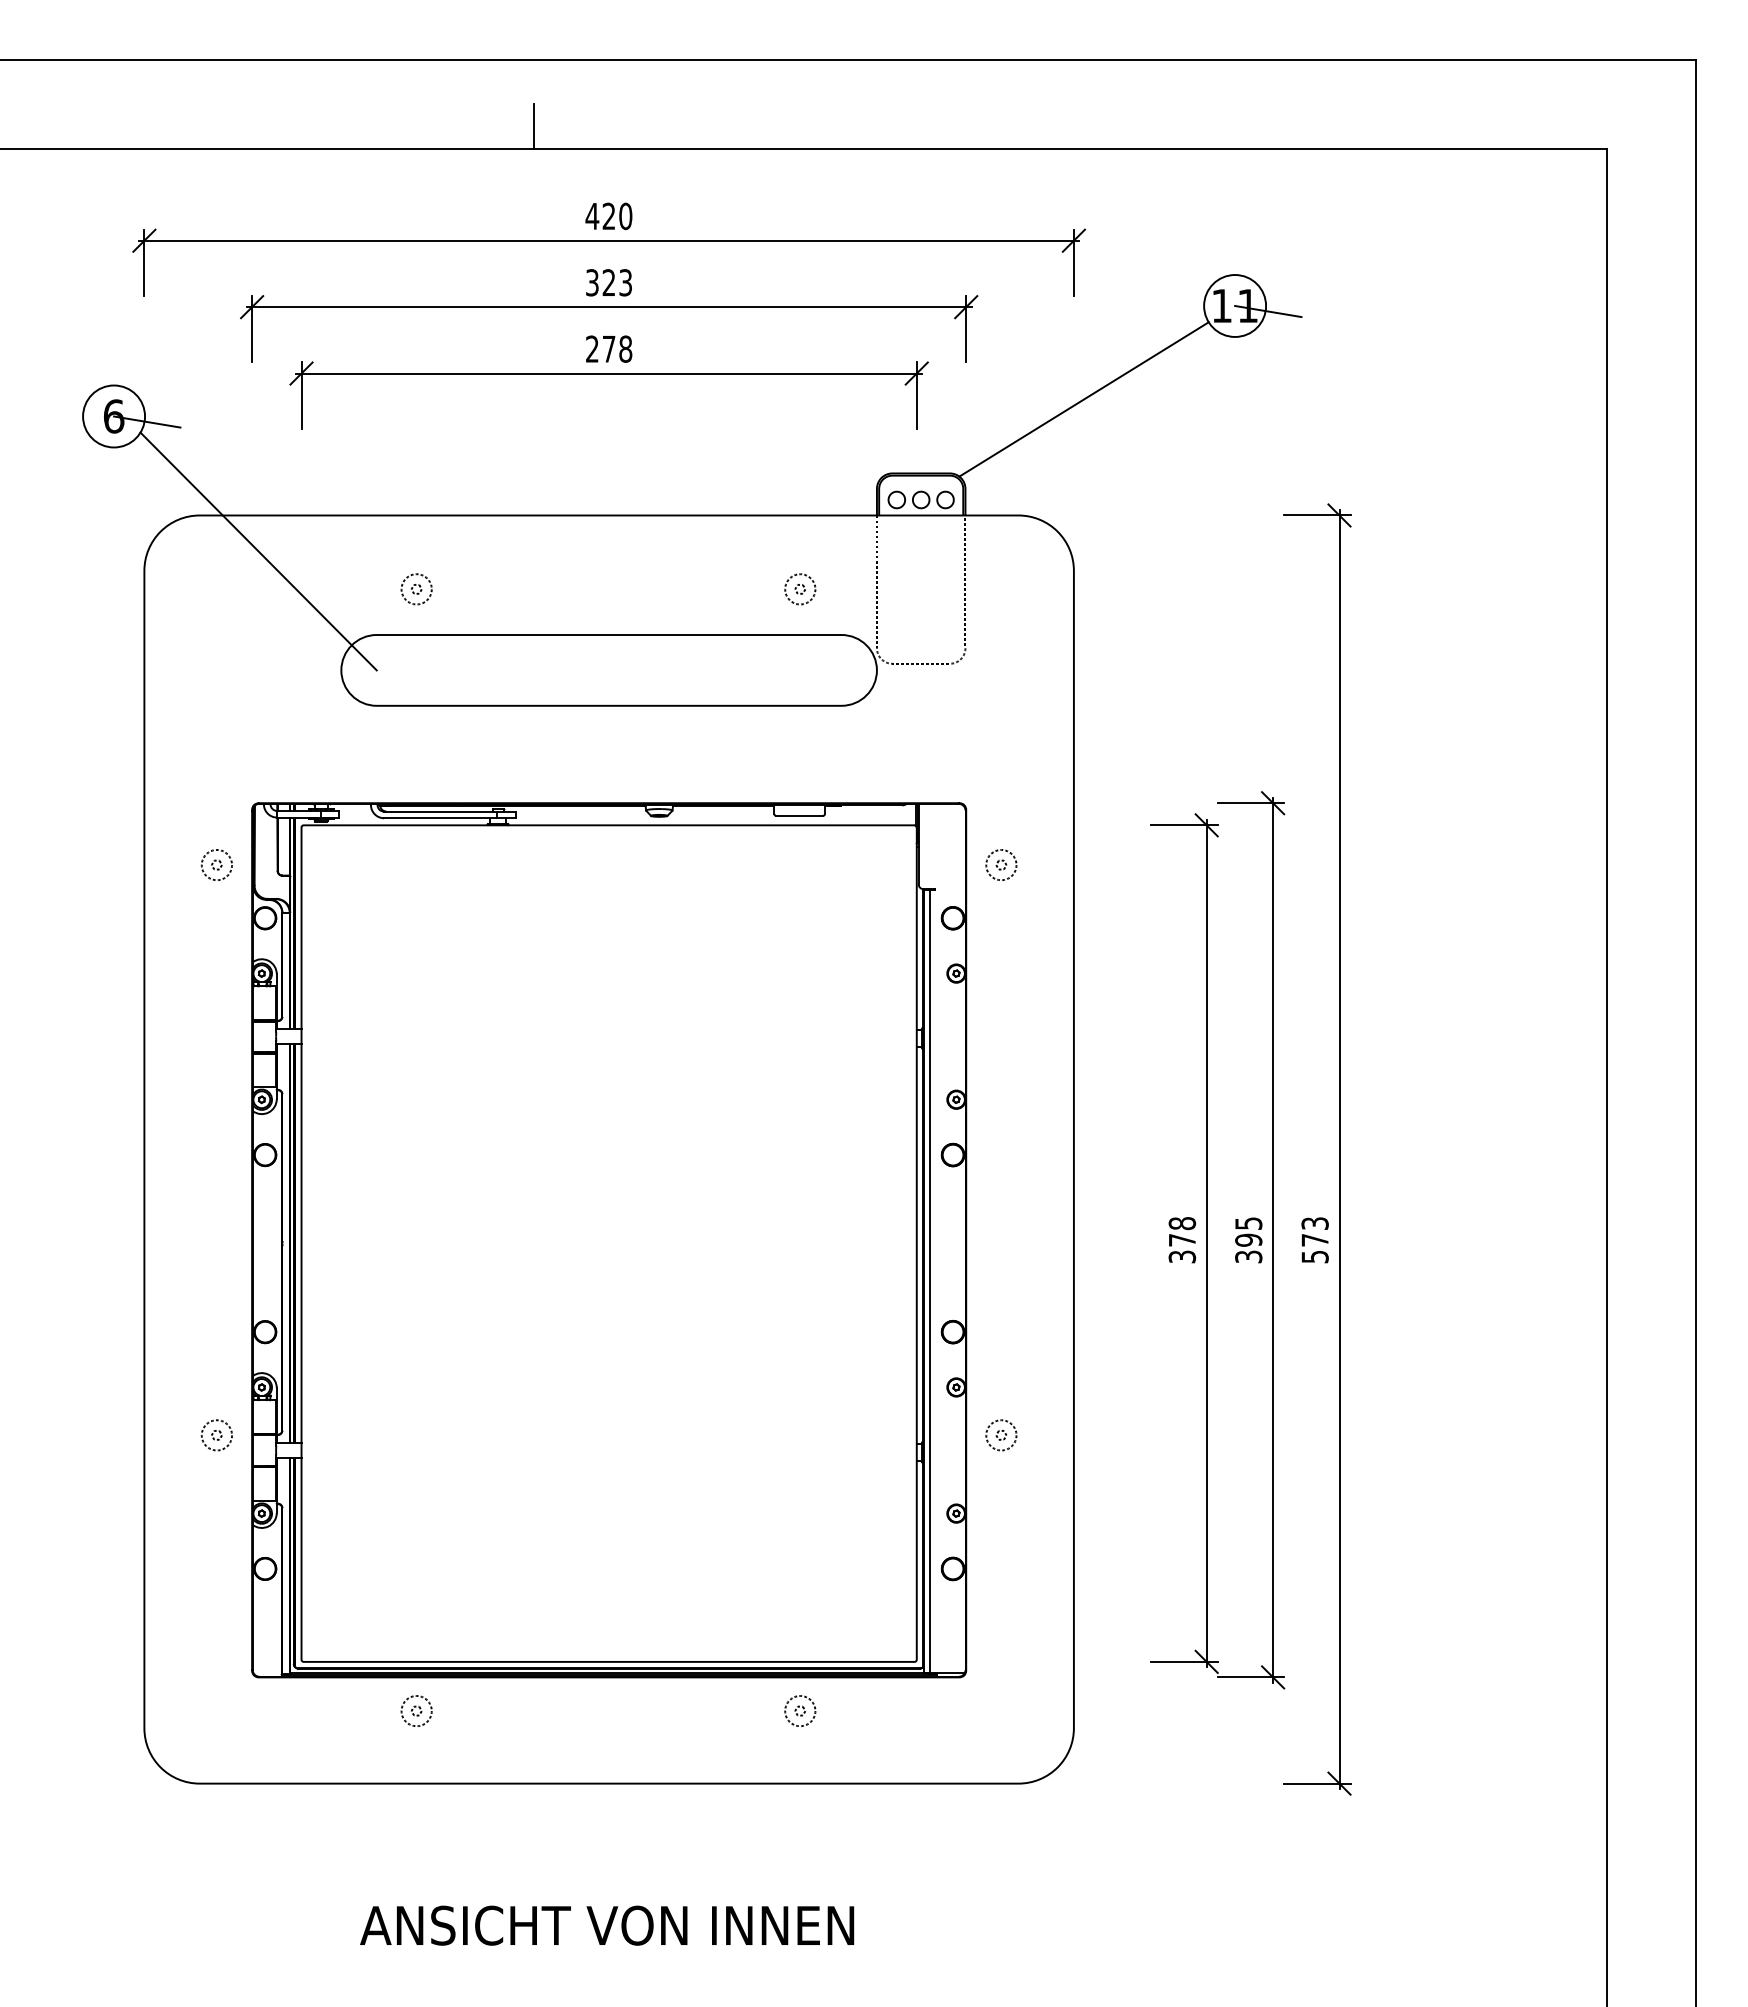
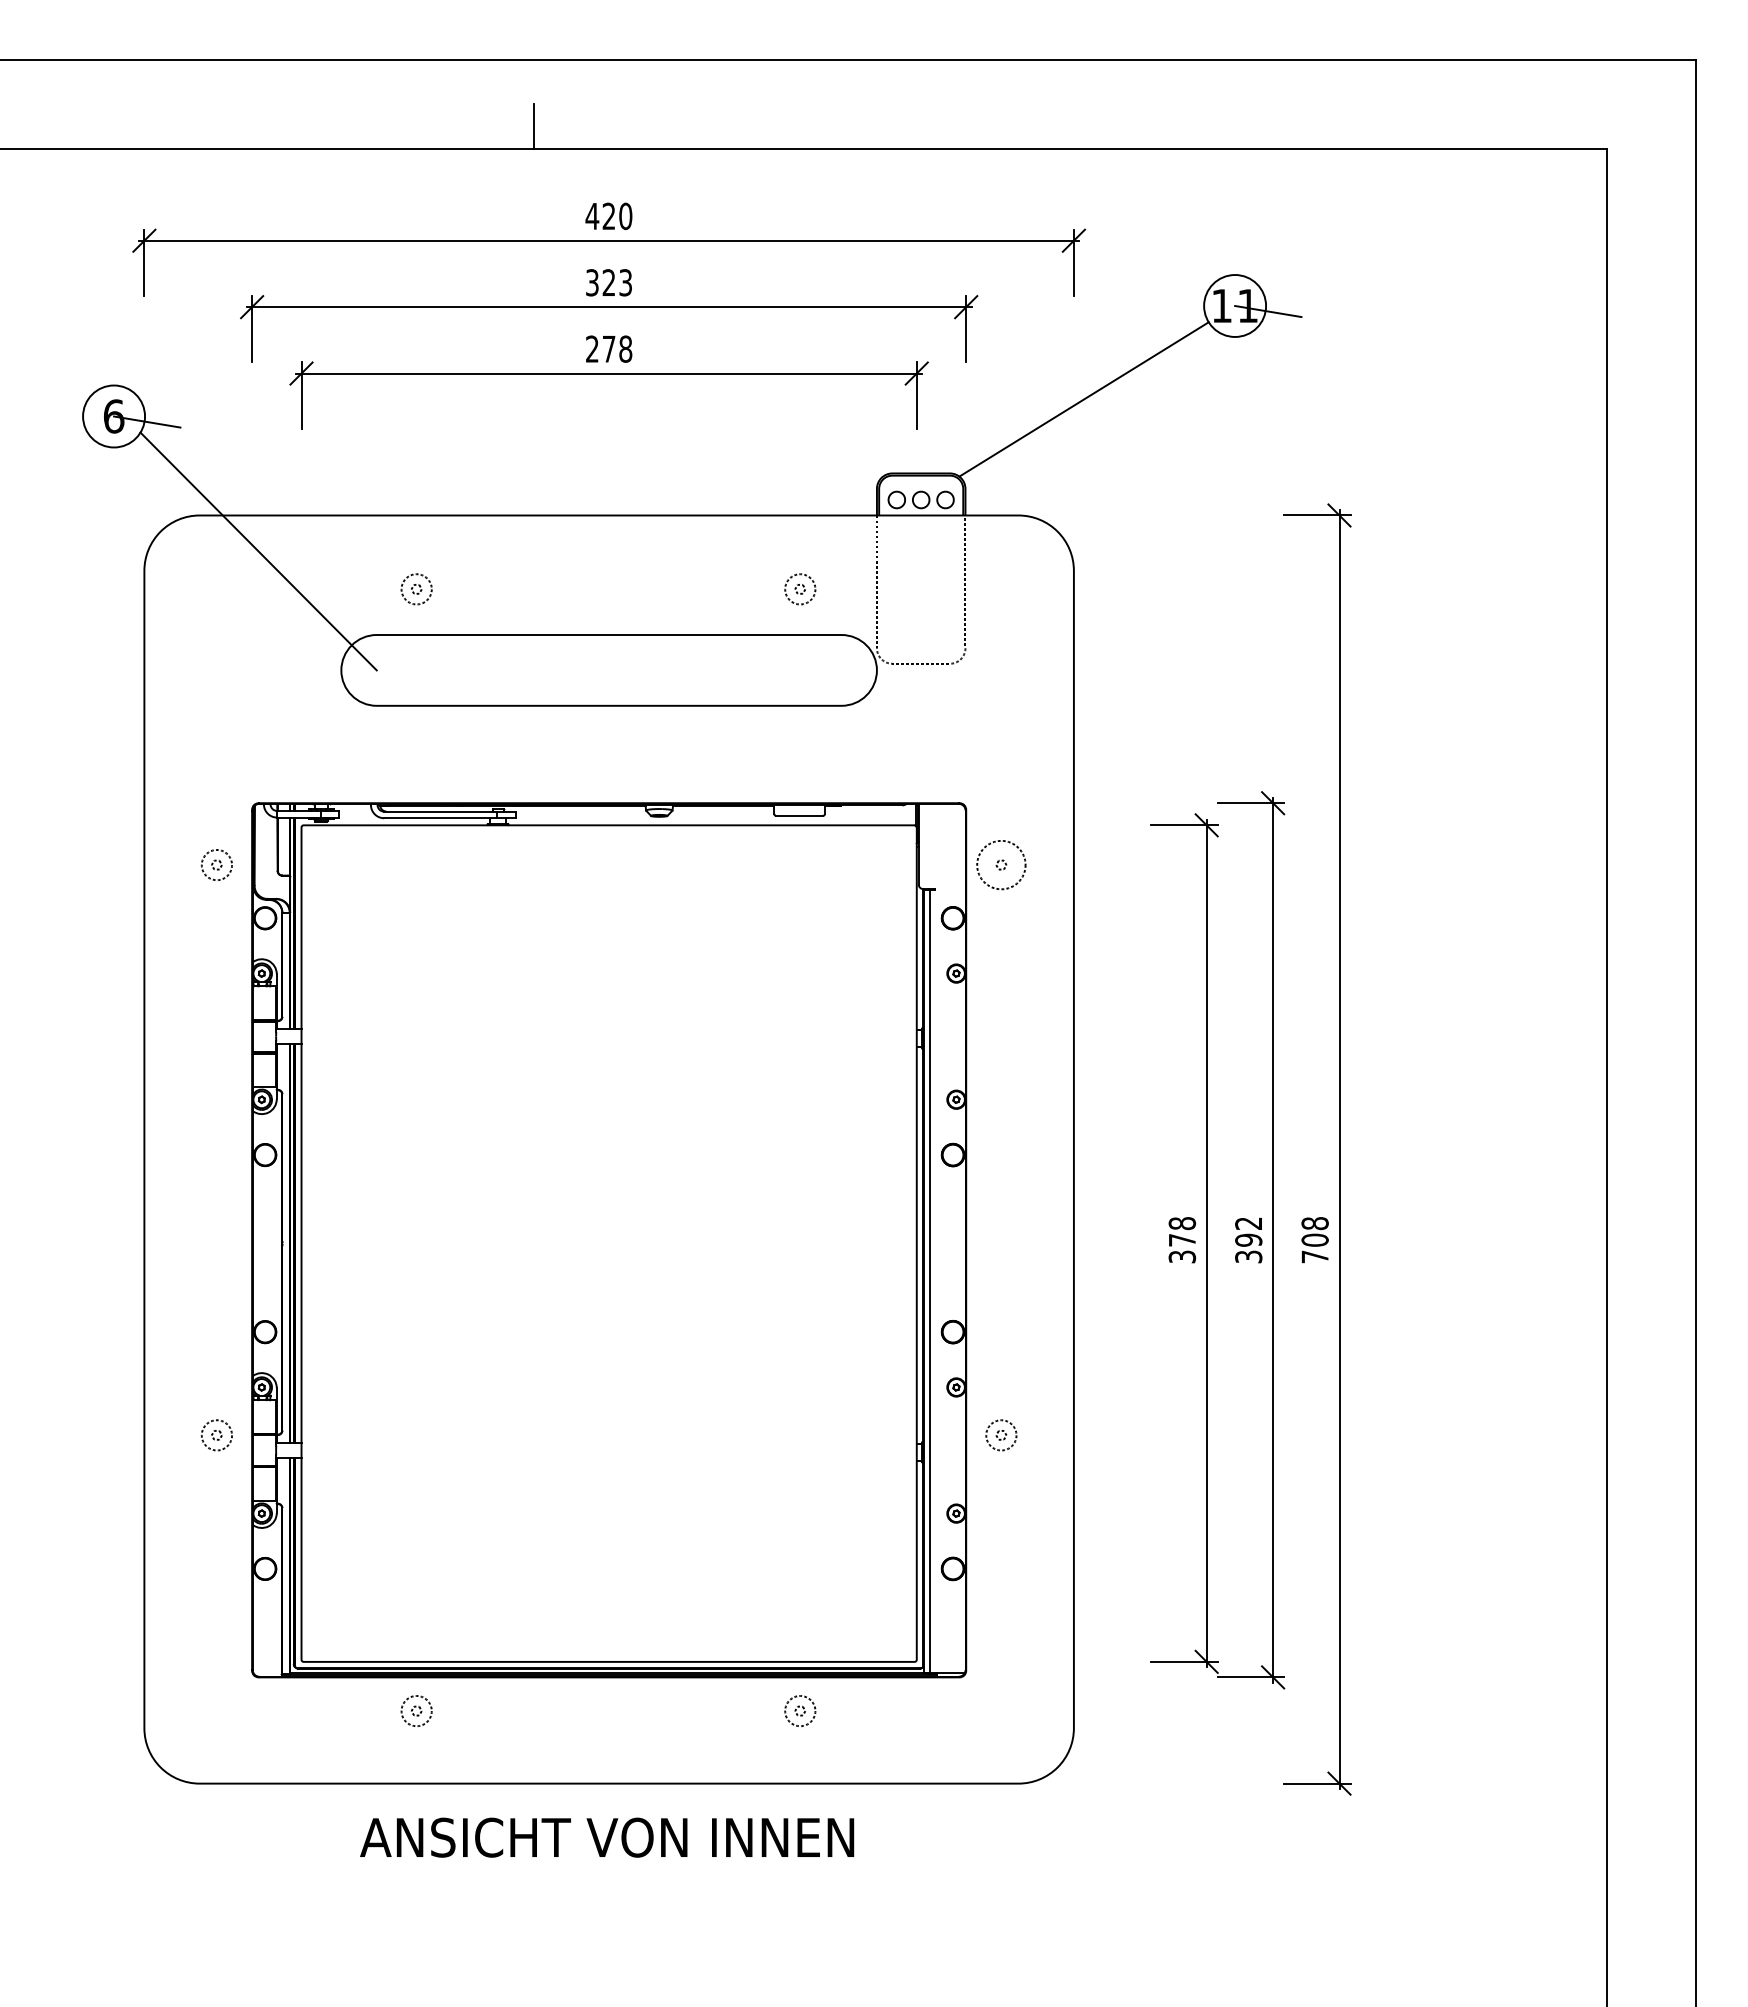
circle at (1001, 864) diameter: 30 px -> 48 px
text at (1248, 1223): 395 -> 392
text at (1314, 1240): 573 -> 708
text at (607, 1925) position: (607, 1925) -> (607, 1837)
